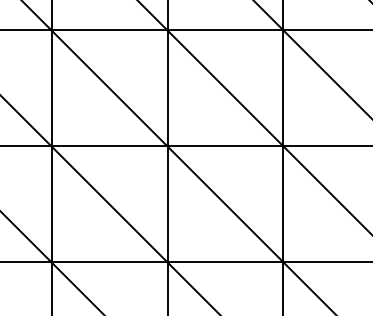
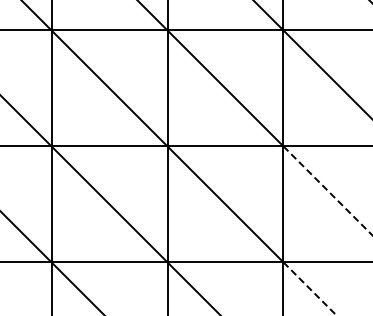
line at (328, 191): solid -> dashed
line at (310, 289): solid -> dashed
